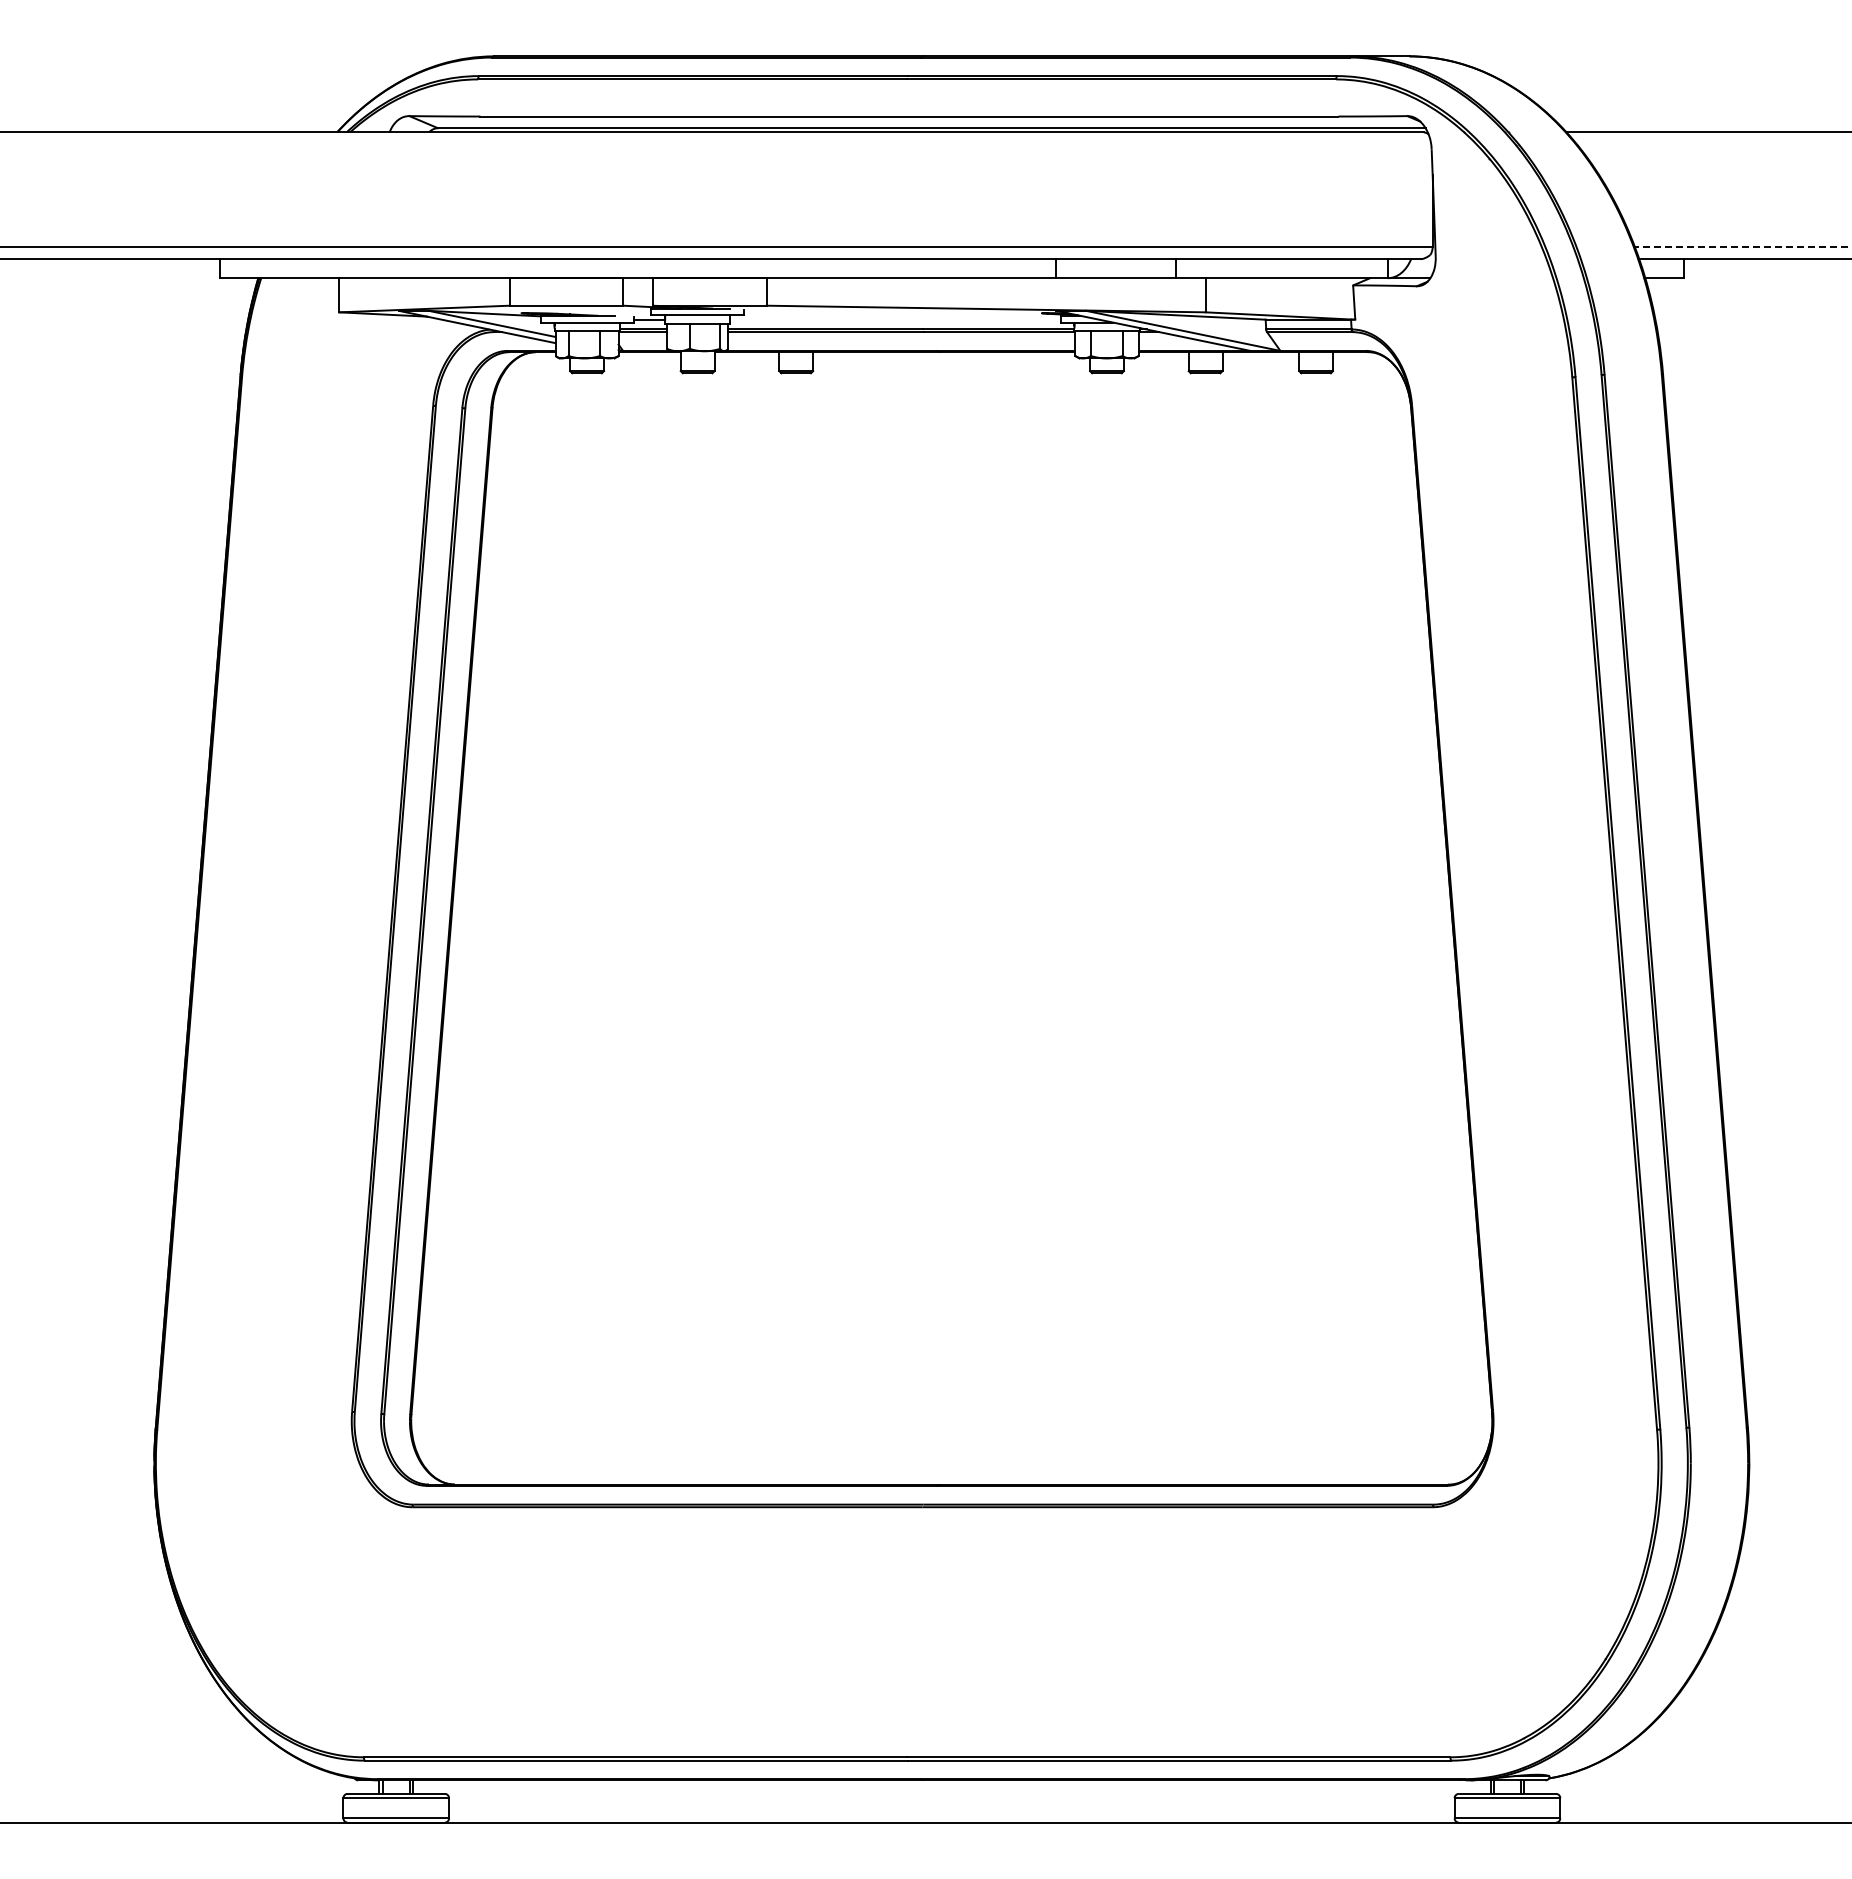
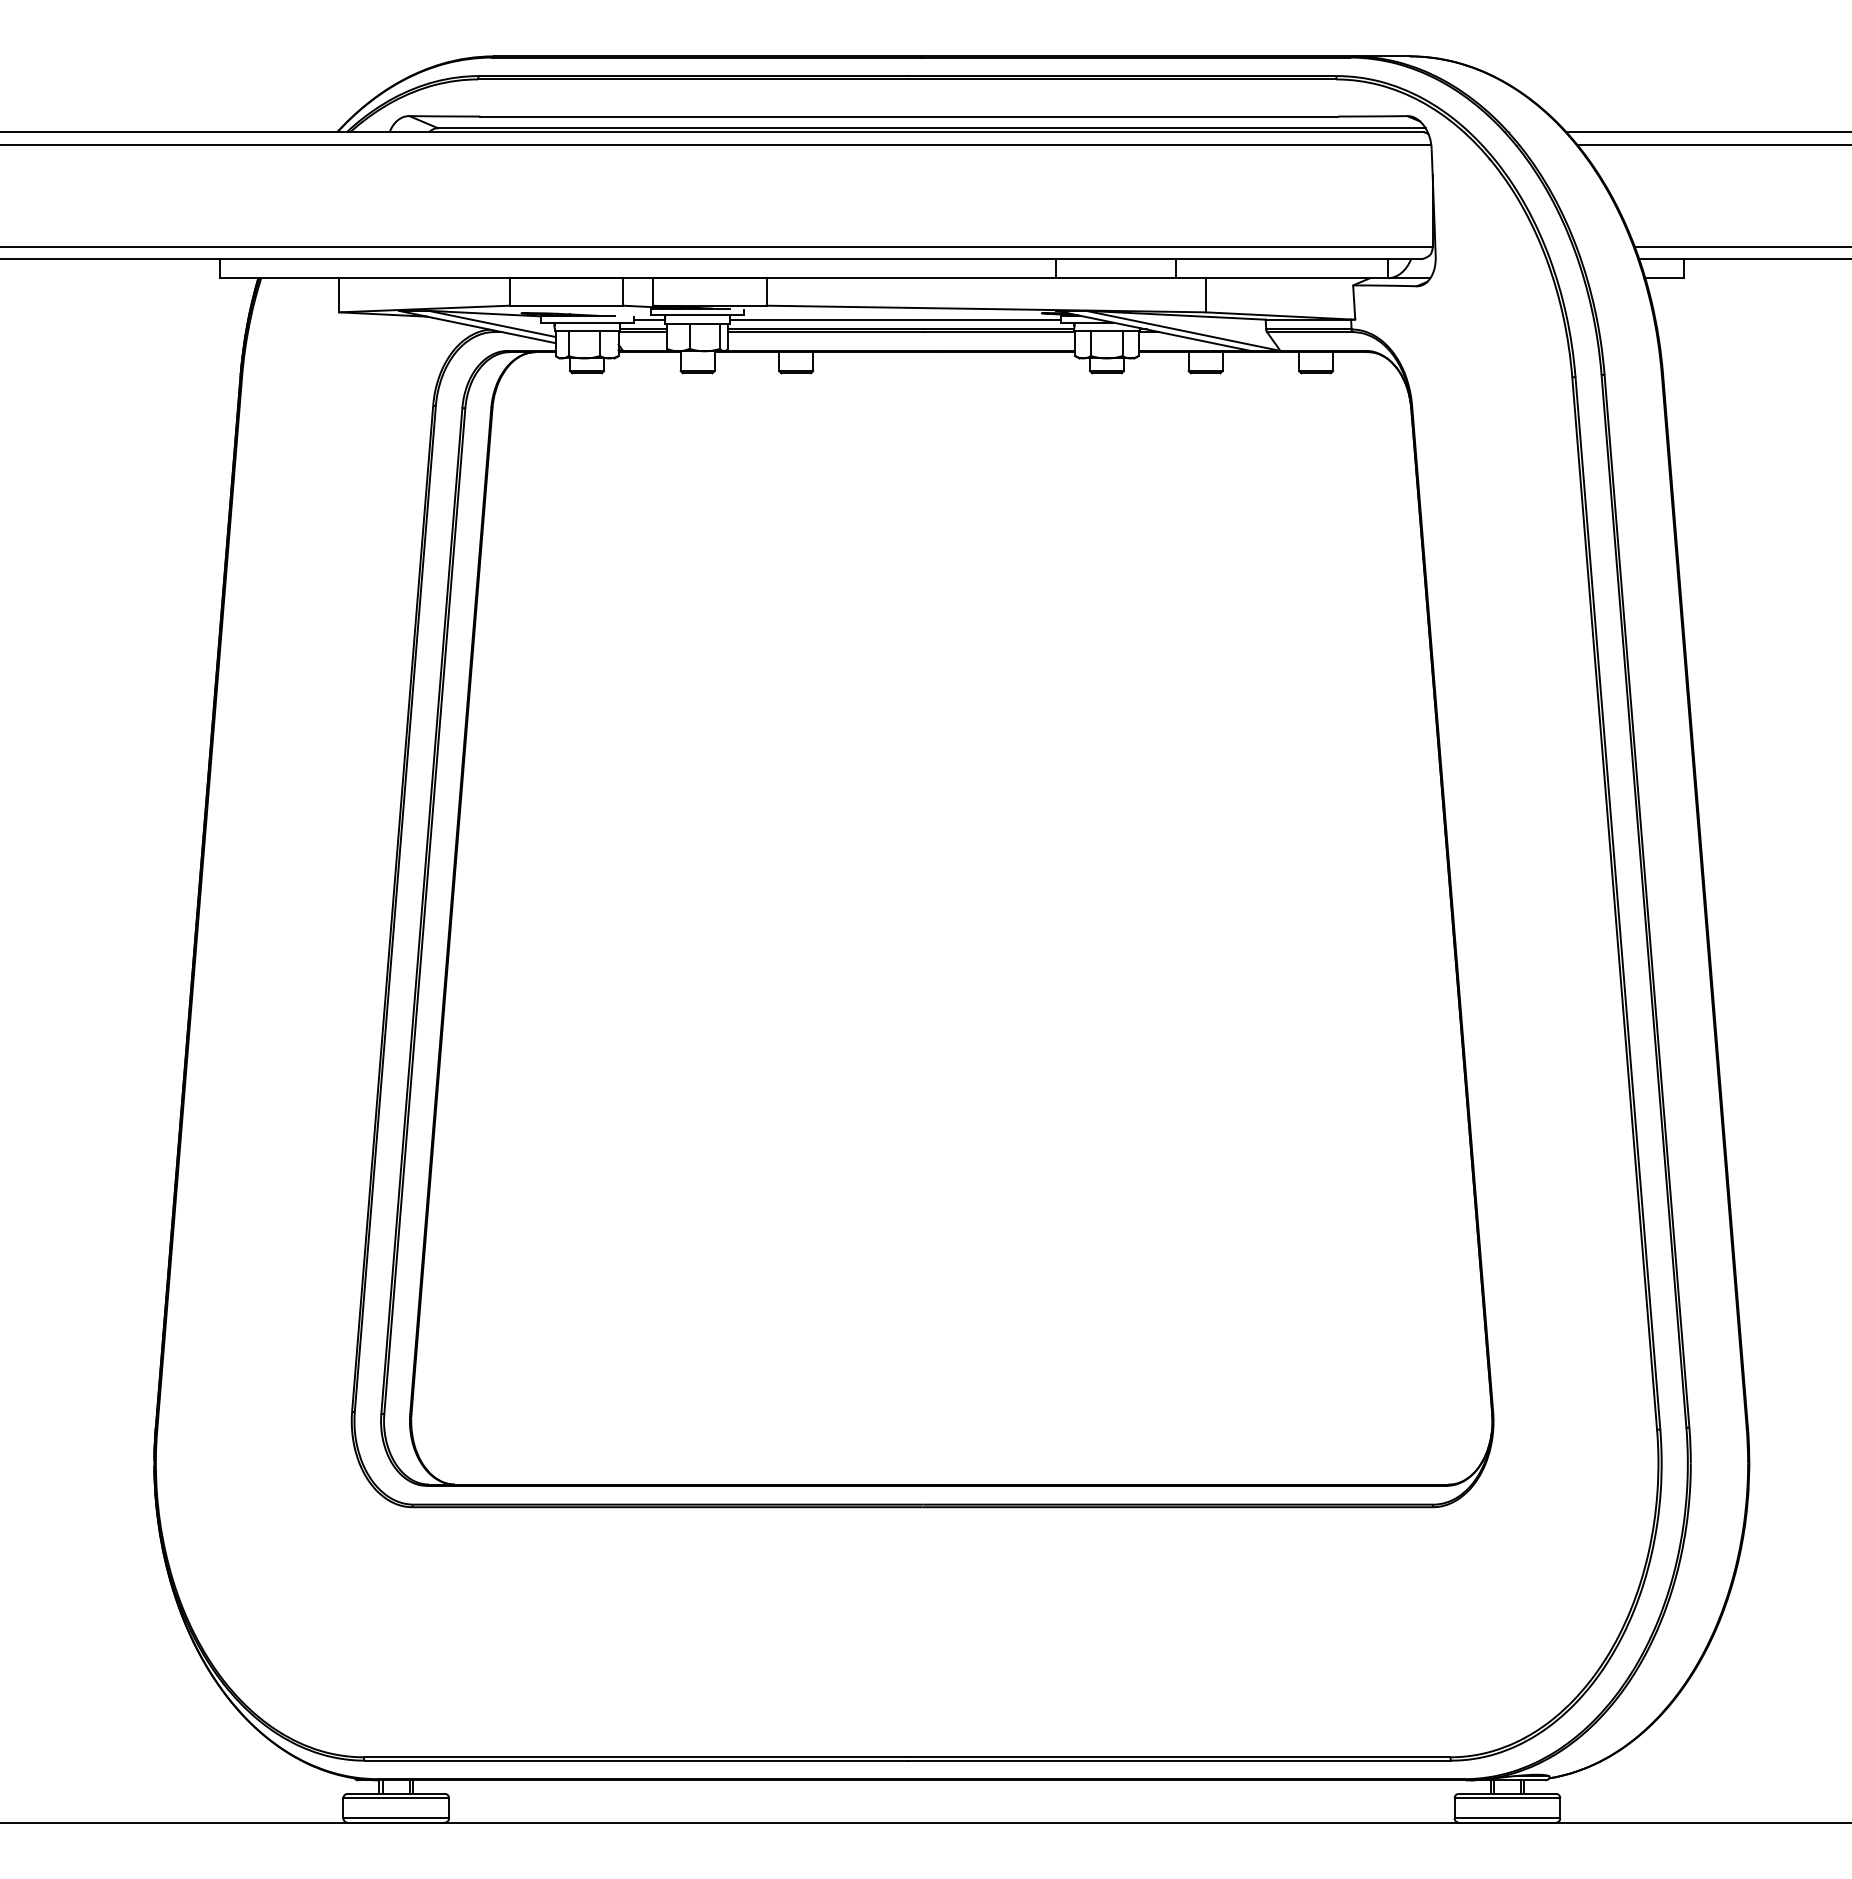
line at (716, 145): none -> present
line at (1712, 145): none -> present
line at (1742, 246): dashed -> solid
line at (895, 319): none -> present
